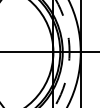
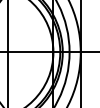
line at (7, 53): none -> present
arc at (69, 54): dashed -> solid
